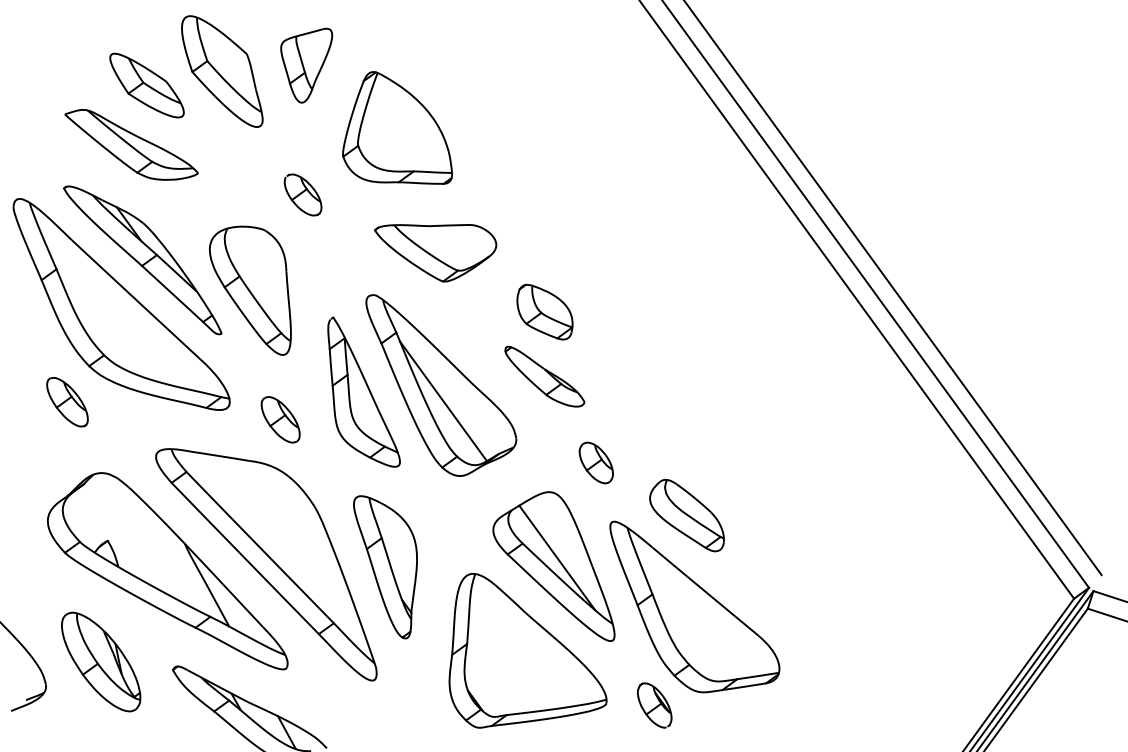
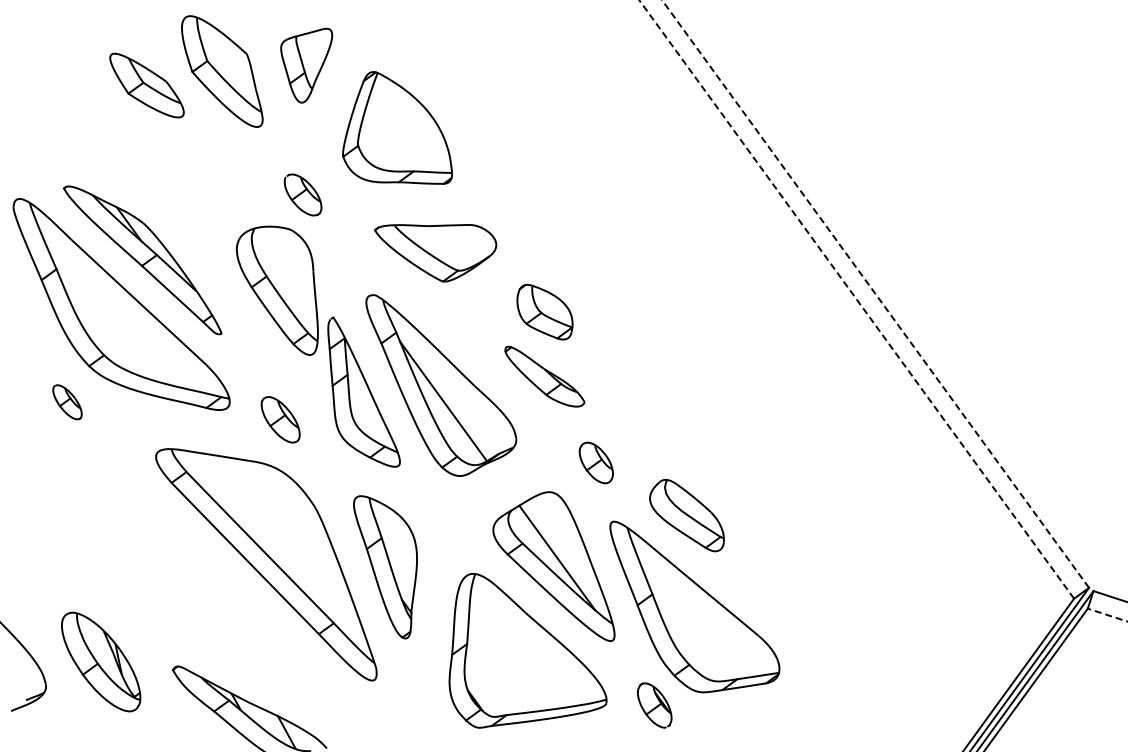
part at (131, 144): present -> none
line at (893, 288): present -> none
part at (249, 290) position: (249, 290) -> (276, 290)
line at (875, 293): solid -> dashed
line at (856, 299): solid -> dashed
part at (67, 402) size: 43x51 px -> 31x37 px
part at (167, 571): present -> none
line at (1107, 615): solid -> dashed
